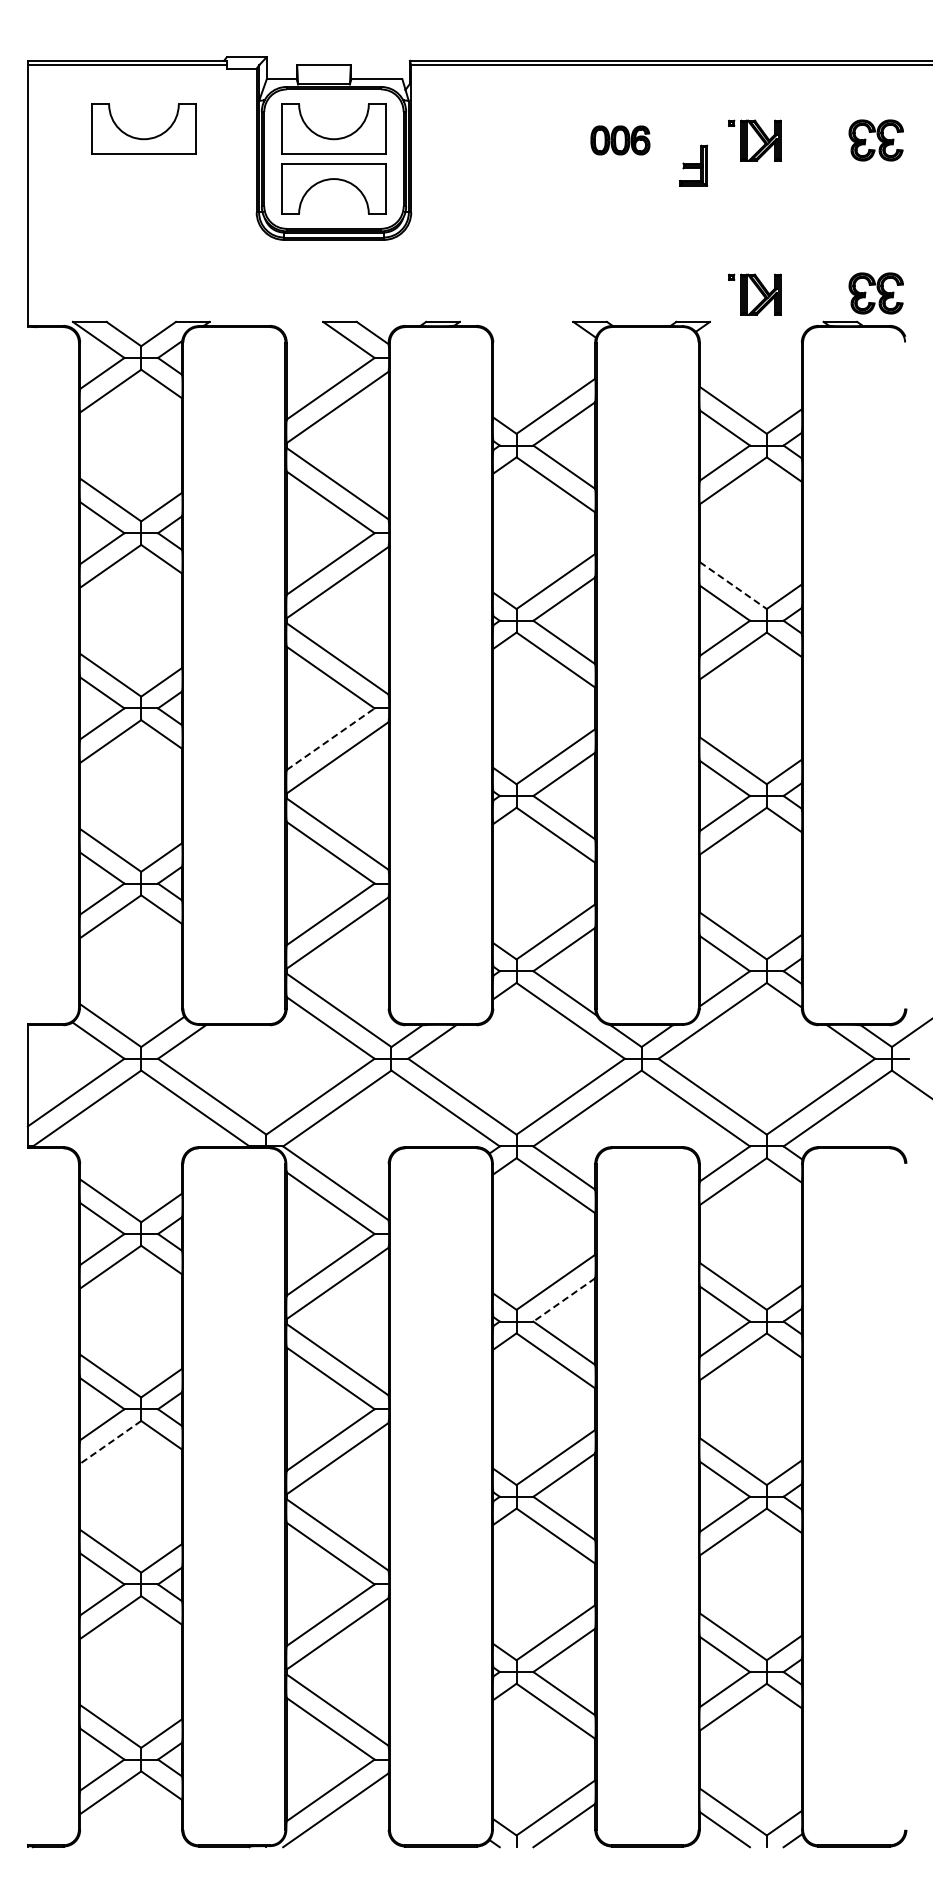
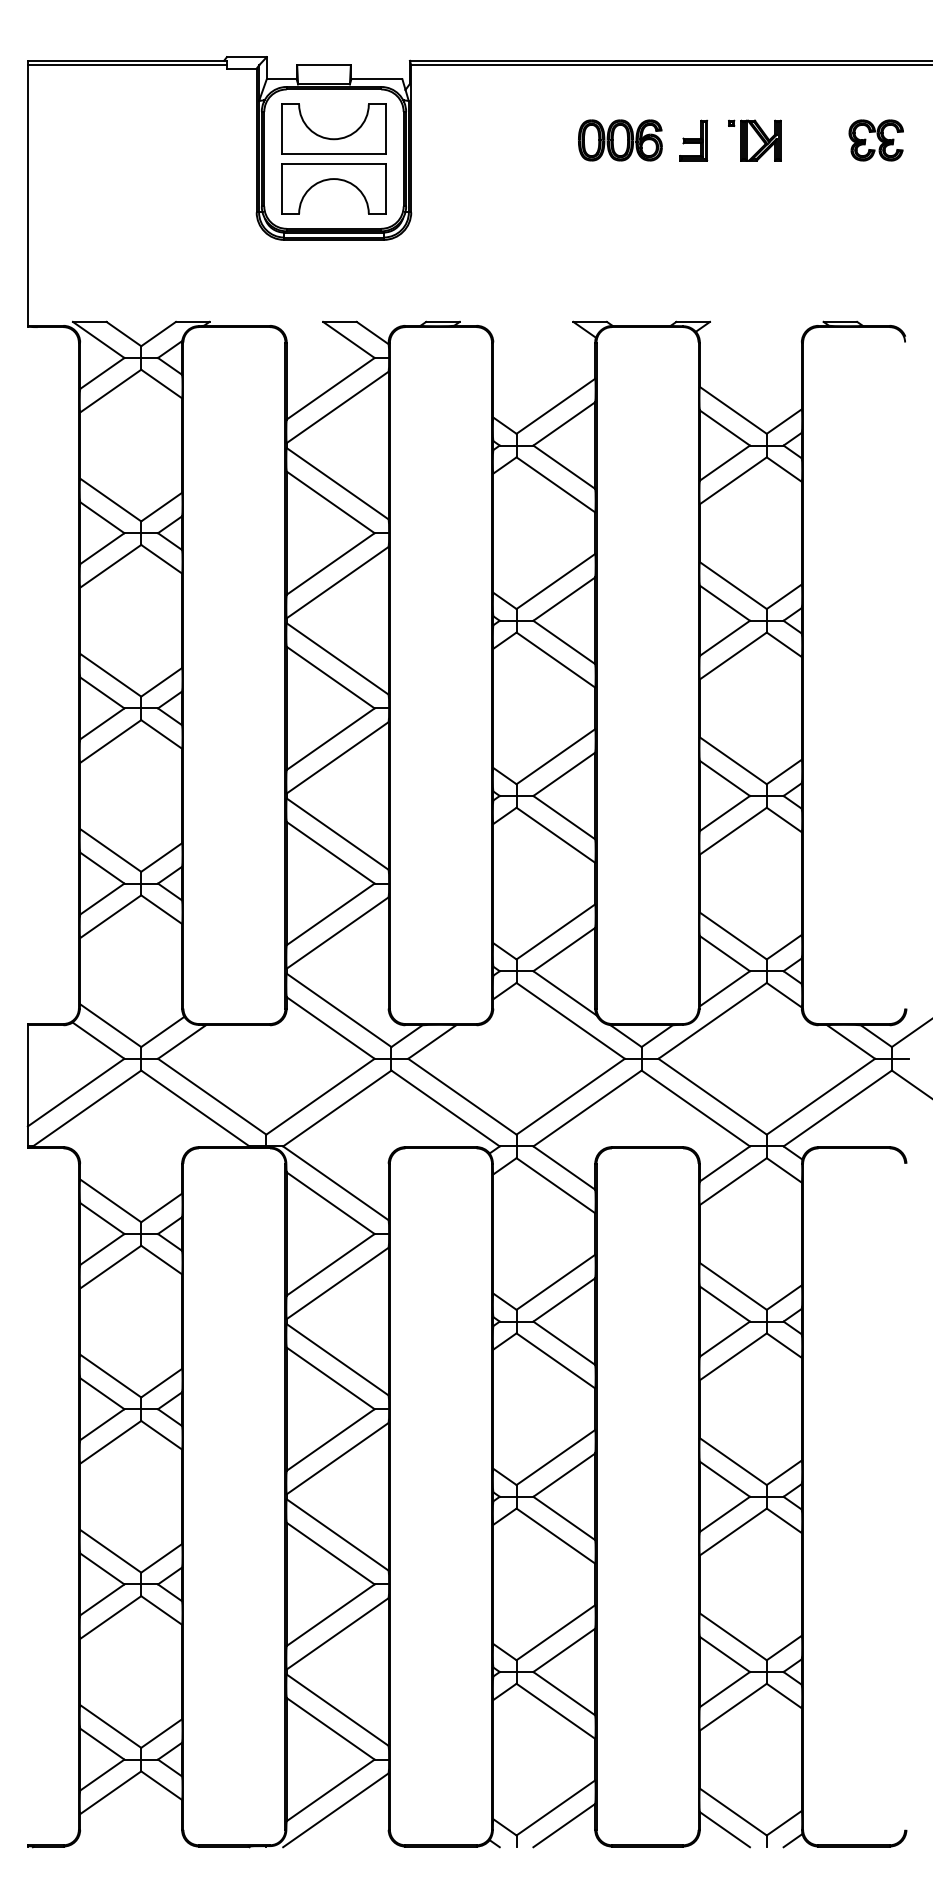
part at (143, 138): present -> none
part at (620, 140) size: 61x31 px -> 85x43 px
part at (693, 165) position: (693, 165) -> (693, 140)
part at (875, 293): present -> none
part at (754, 294): present -> none
line at (733, 585): dashed -> solid
line at (330, 739): dashed -> solid
line at (564, 1299): dashed -> solid
line at (110, 1442): dashed -> solid
